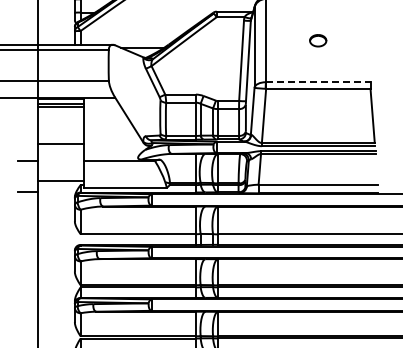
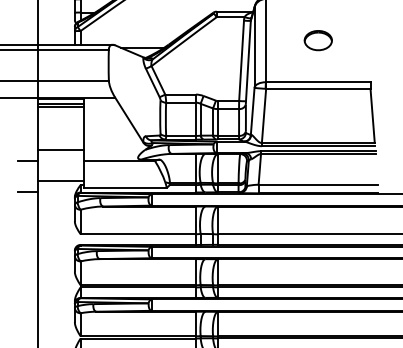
part at (318, 40) size: 19x14 px -> 30x22 px
line at (318, 82): dashed -> solid
line at (61, 143) position: (61, 143) -> (61, 149)
